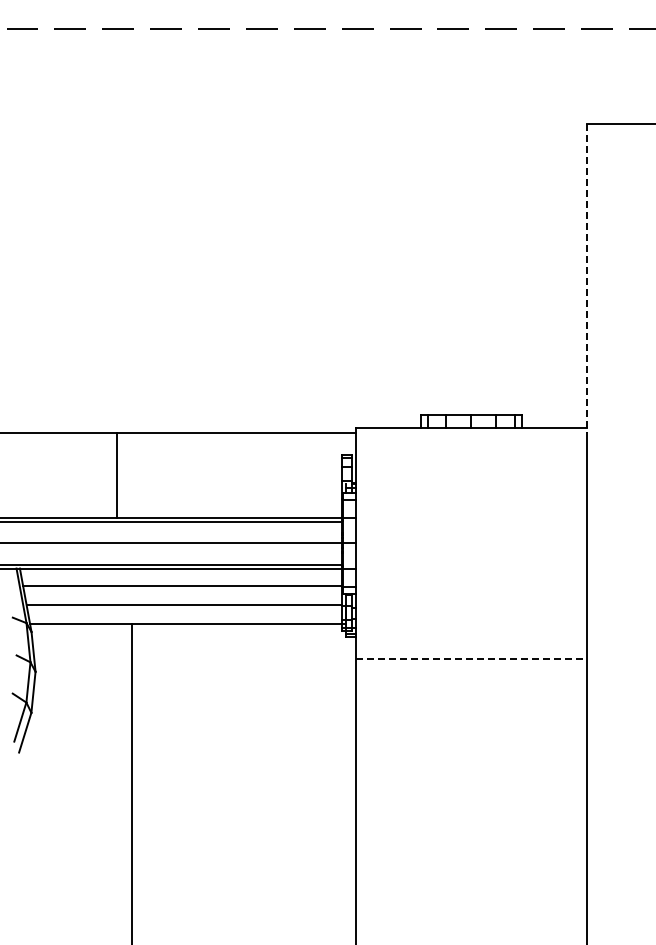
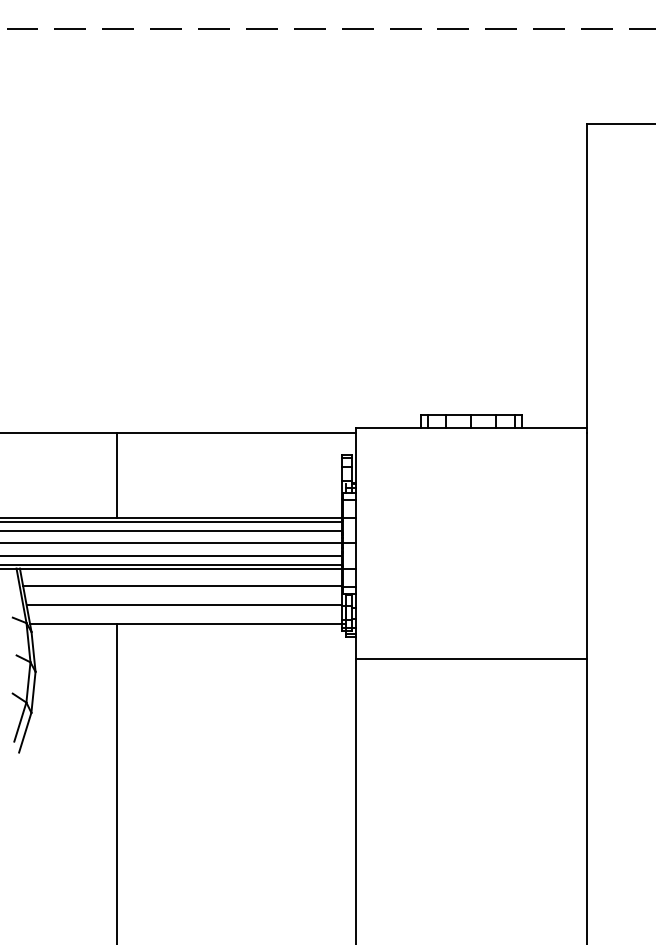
line at (586, 278): dashed -> solid
line at (171, 530): none -> present
line at (171, 555): none -> present
line at (471, 659): dashed -> solid
line at (131, 782) position: (131, 782) -> (116, 782)
